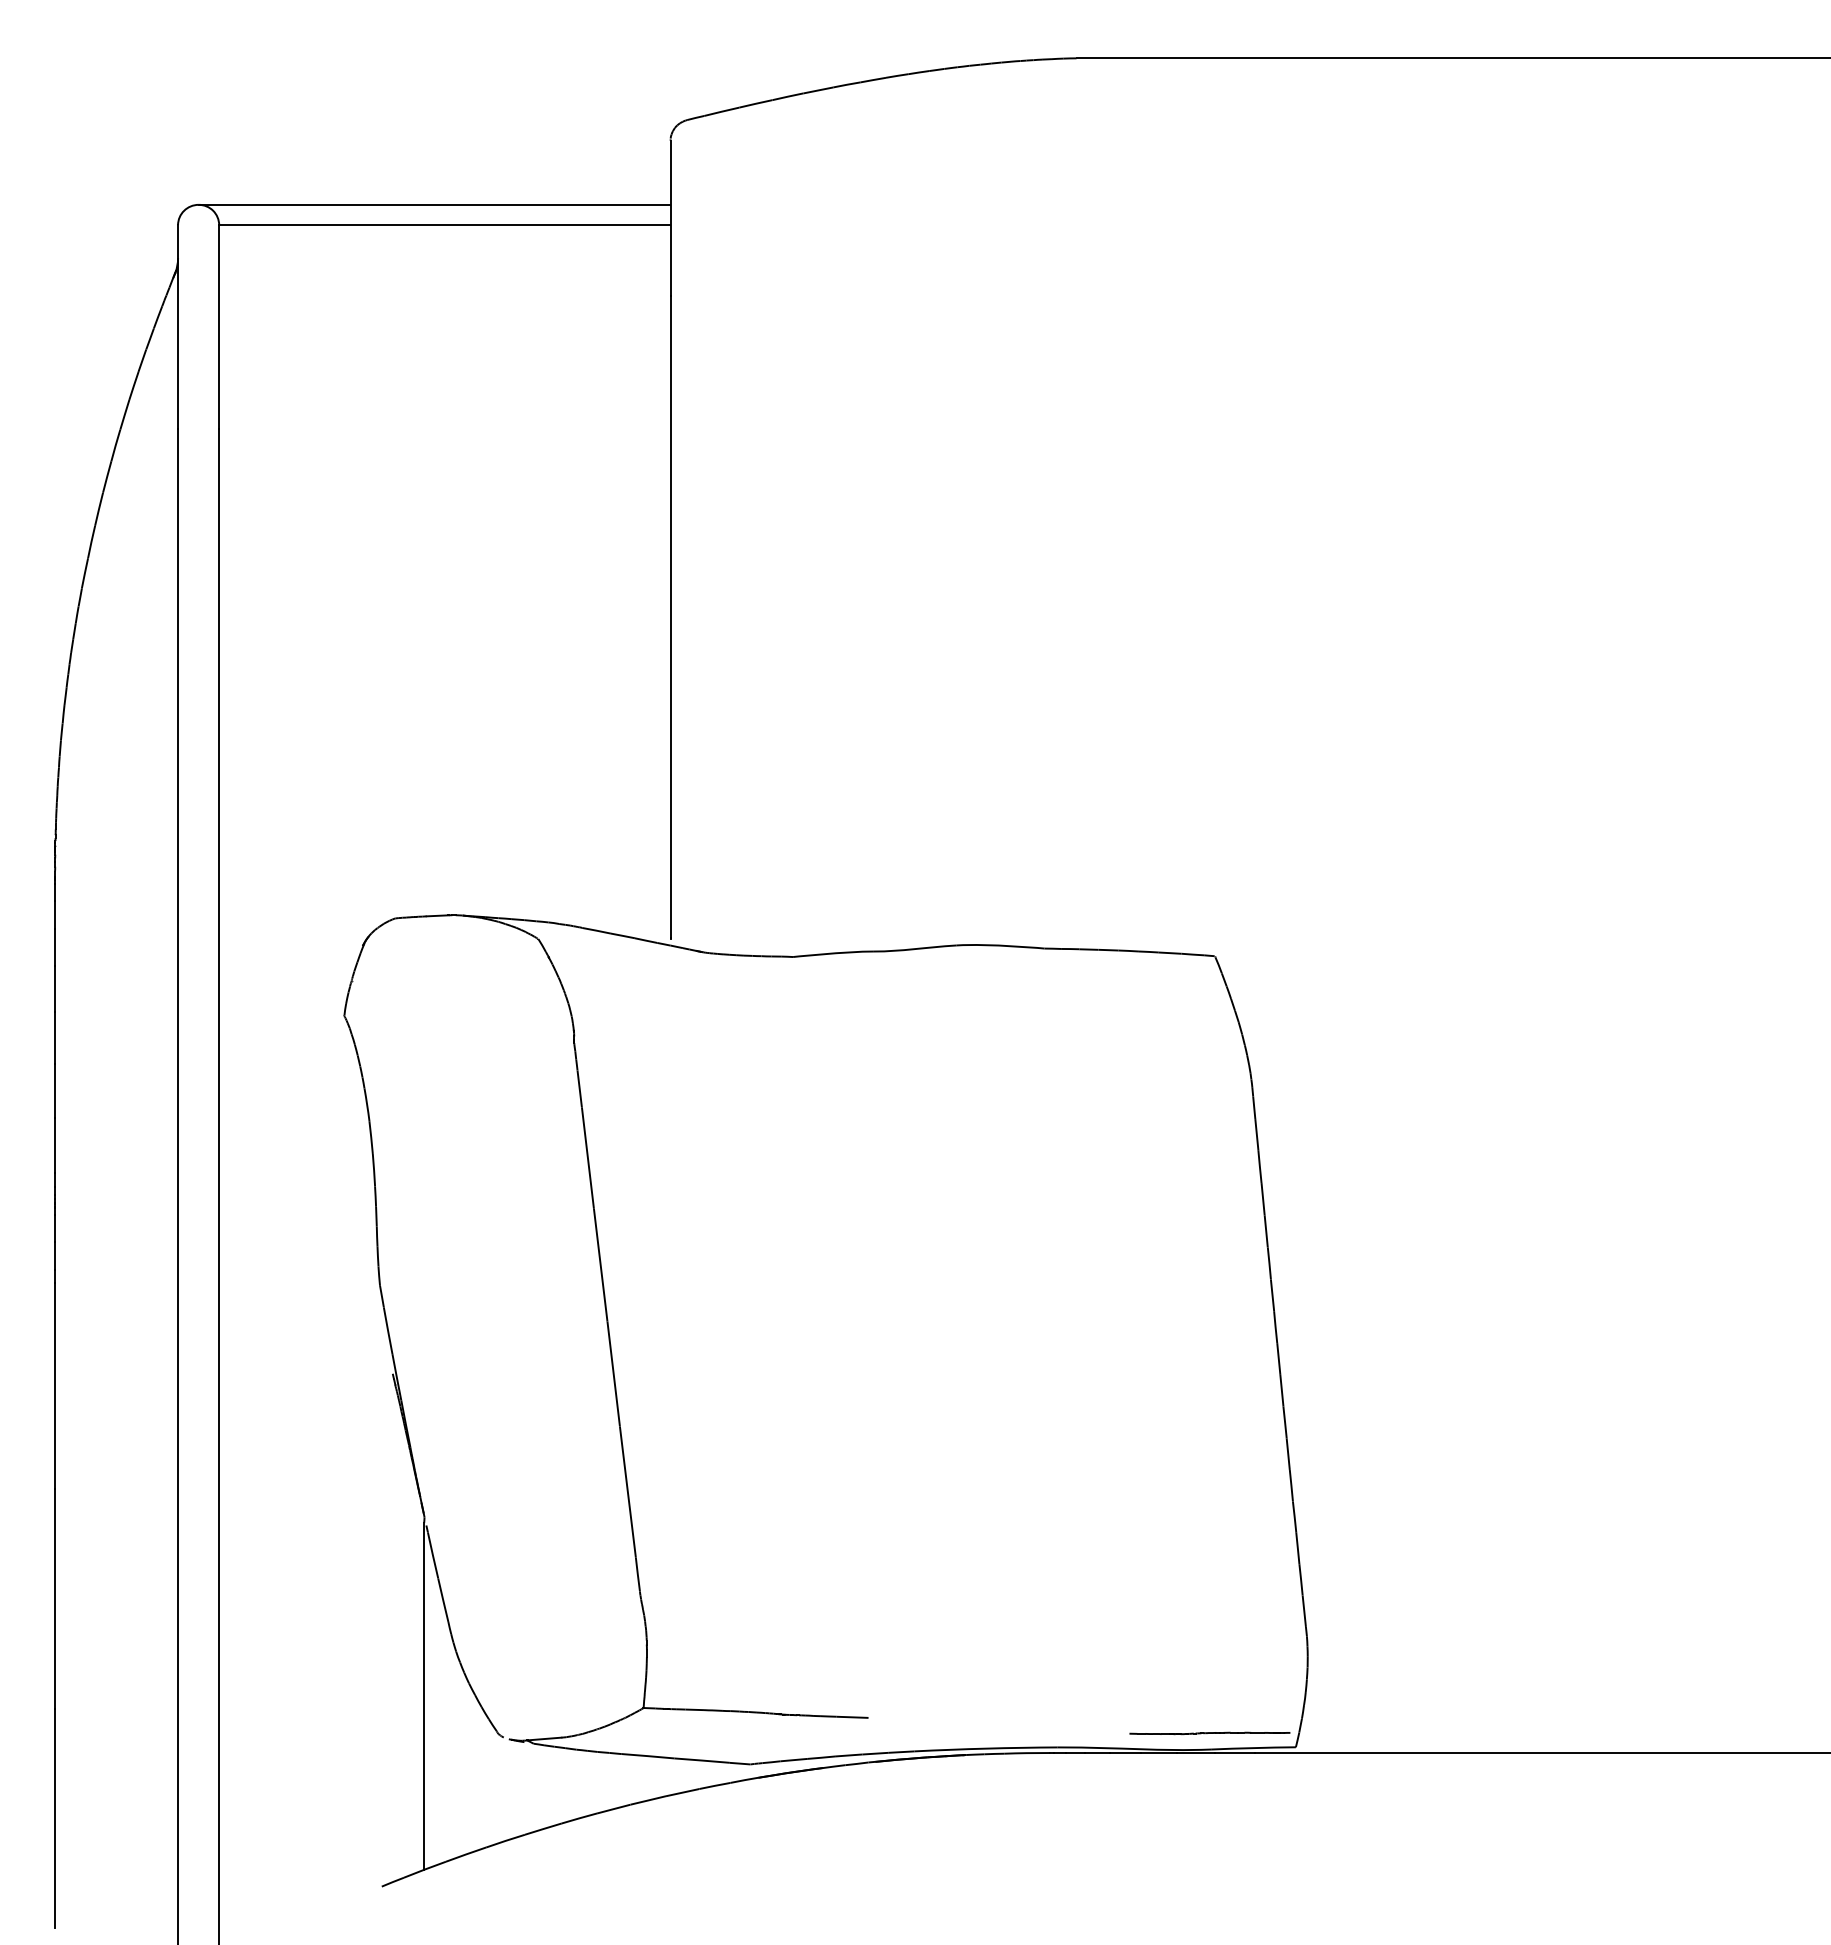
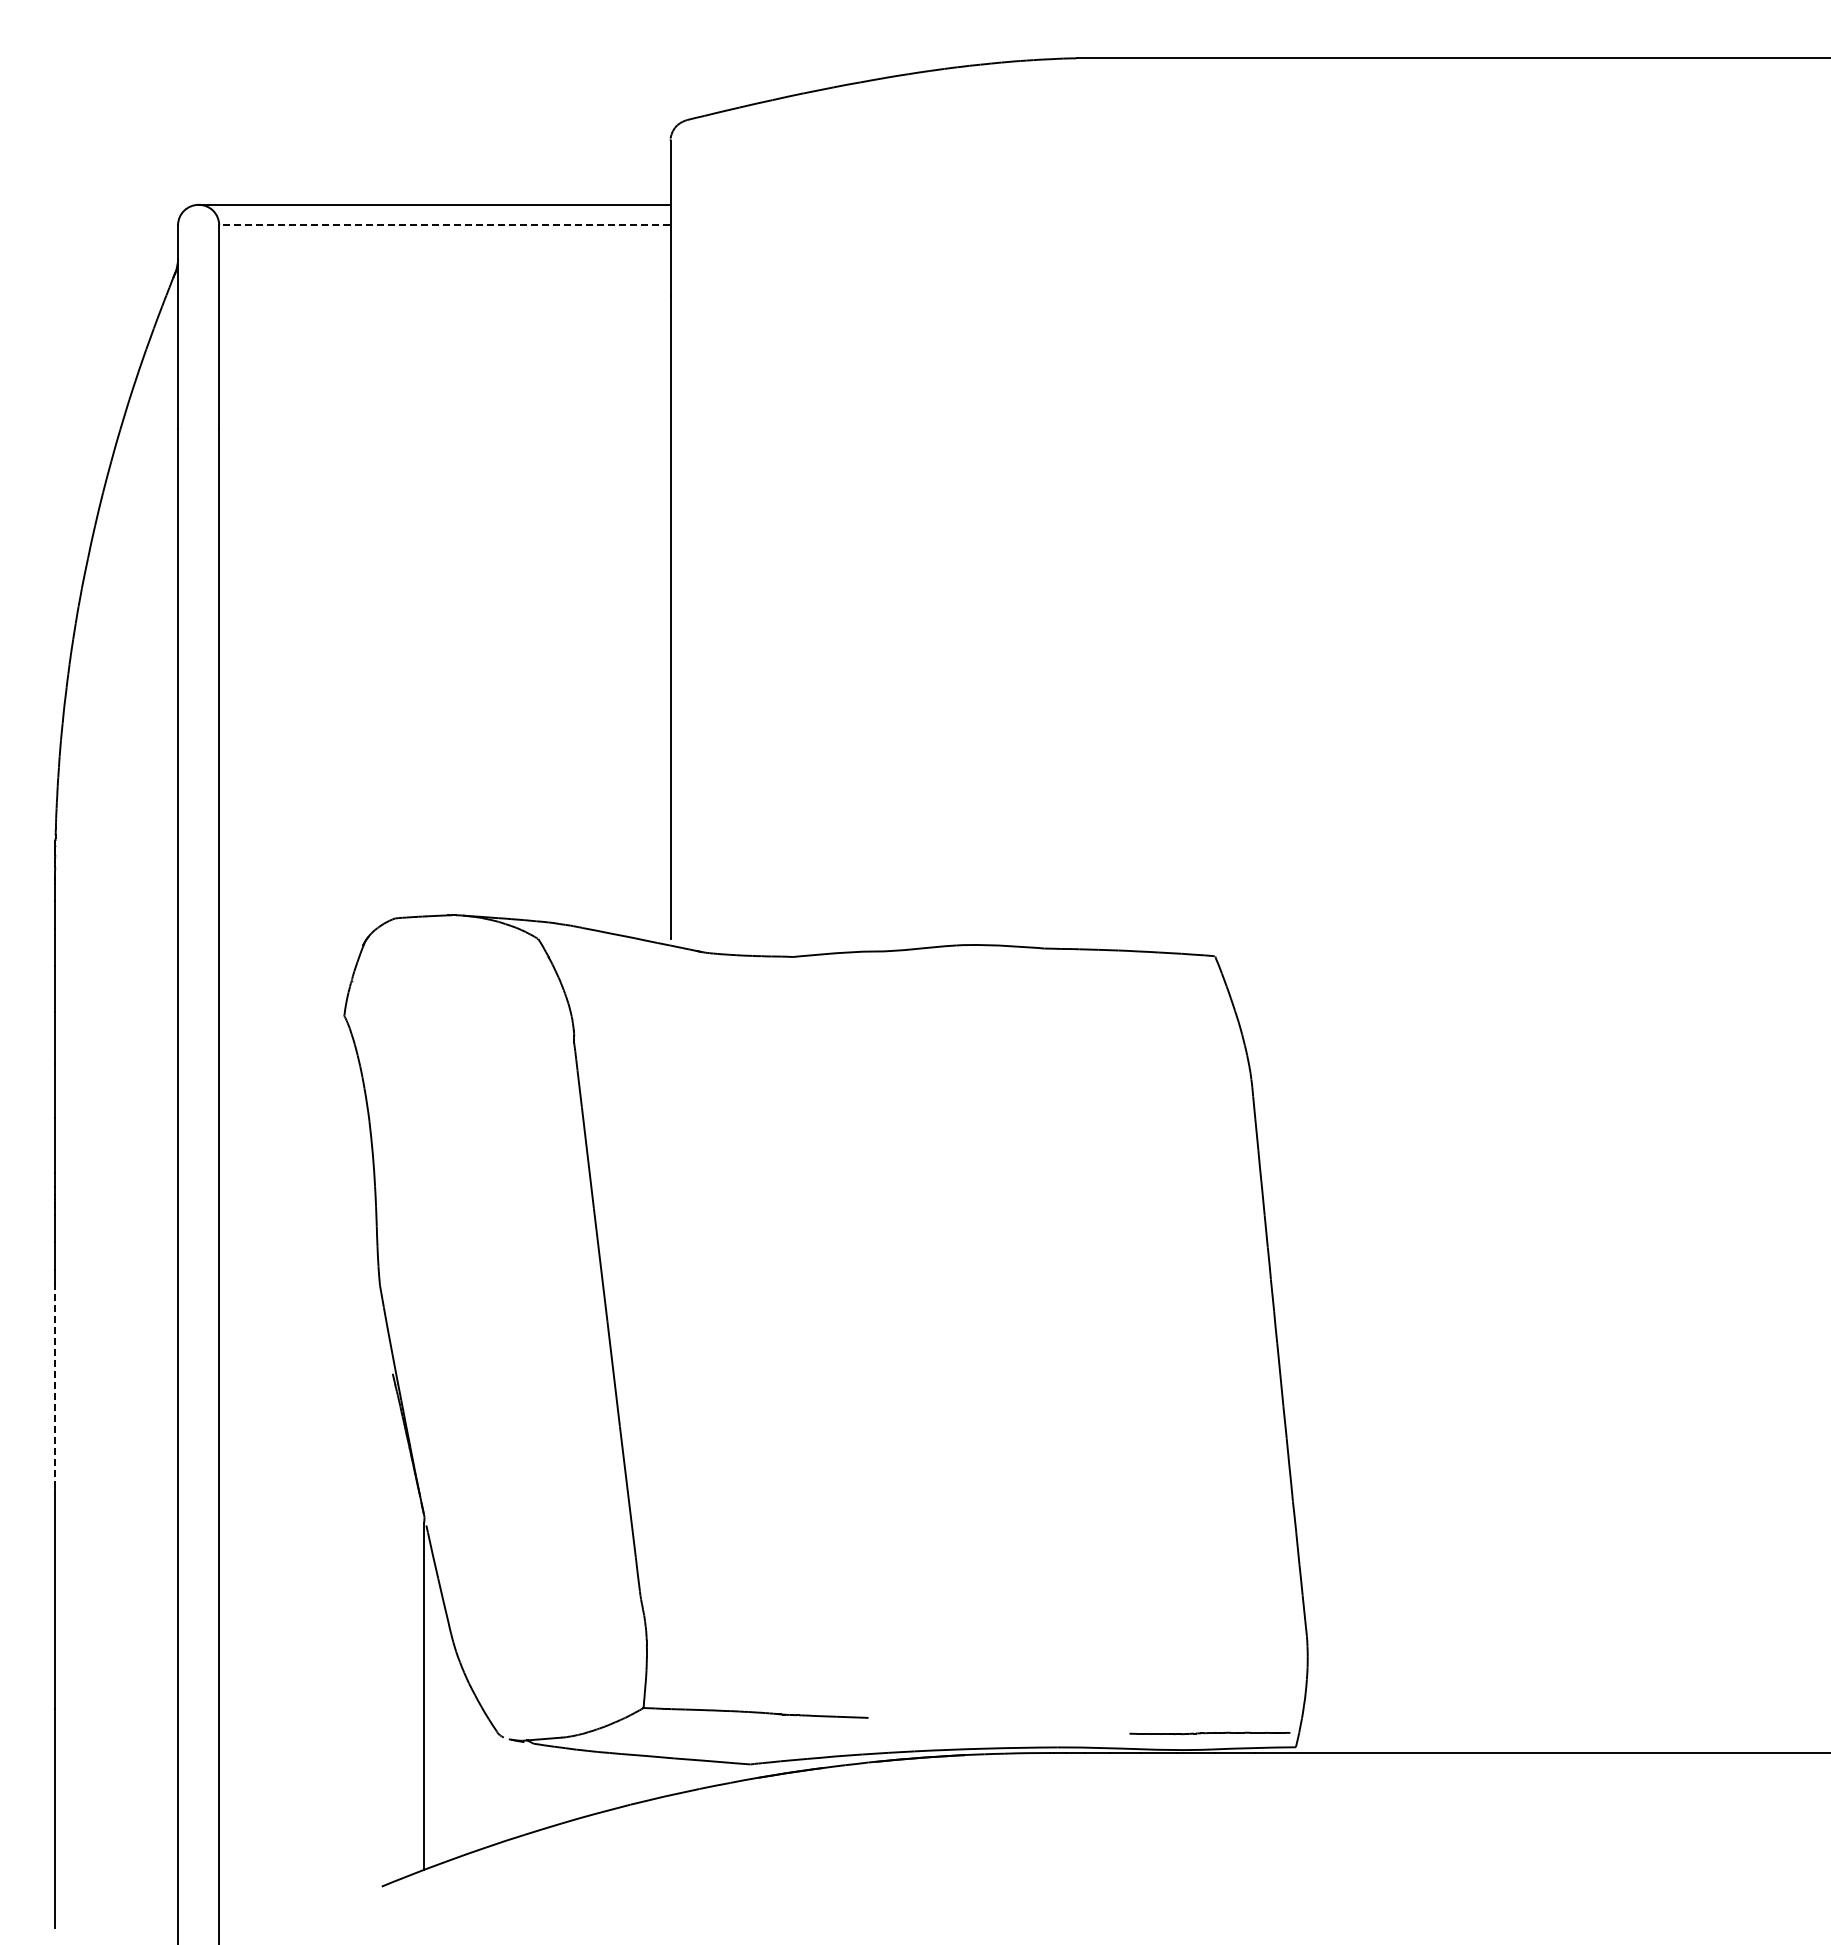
line at (444, 225): solid -> dashed
line at (55, 1386): solid -> dashed
